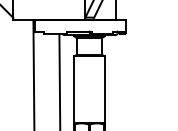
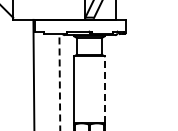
line at (59, 81): solid -> dashed
line at (104, 89): solid -> dashed
